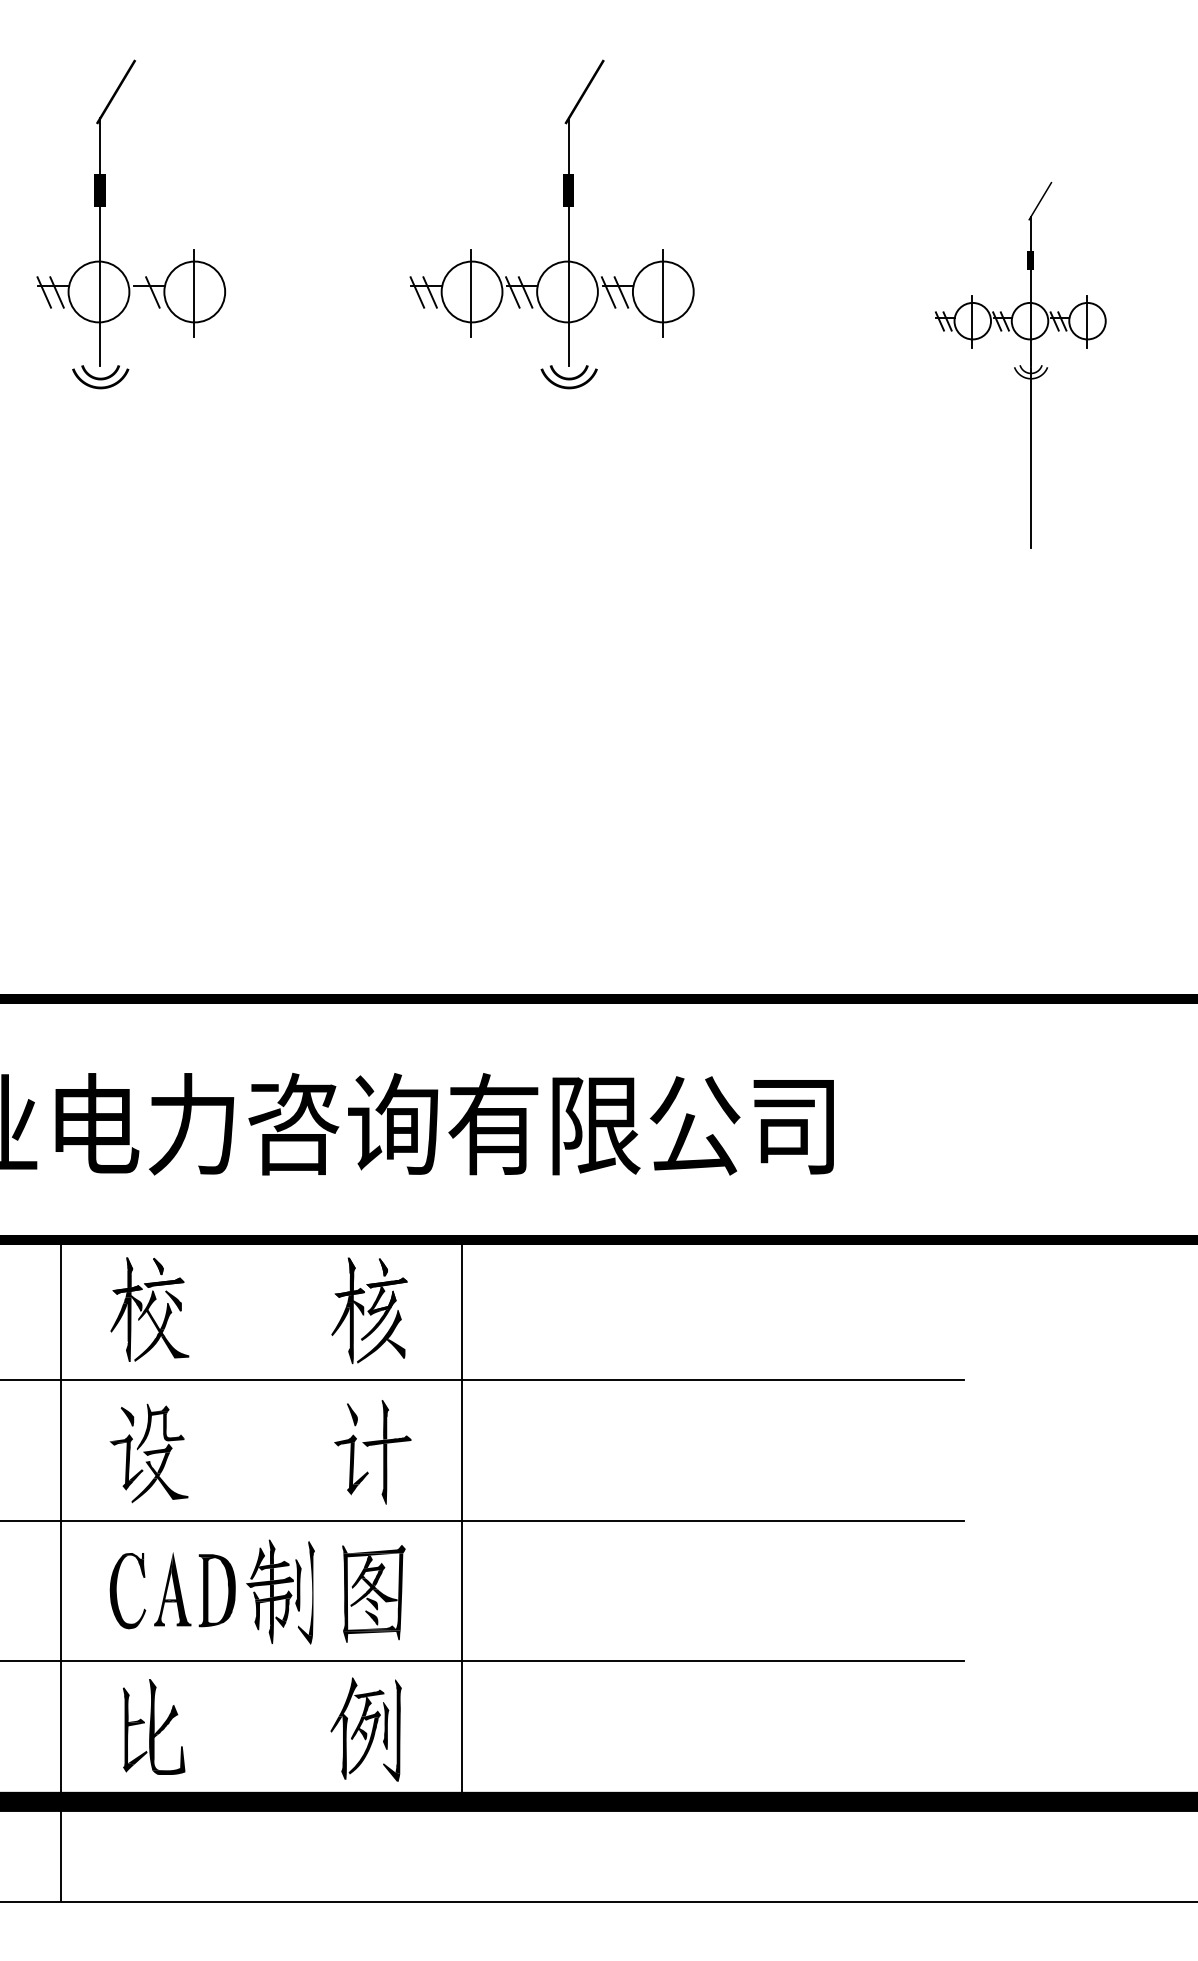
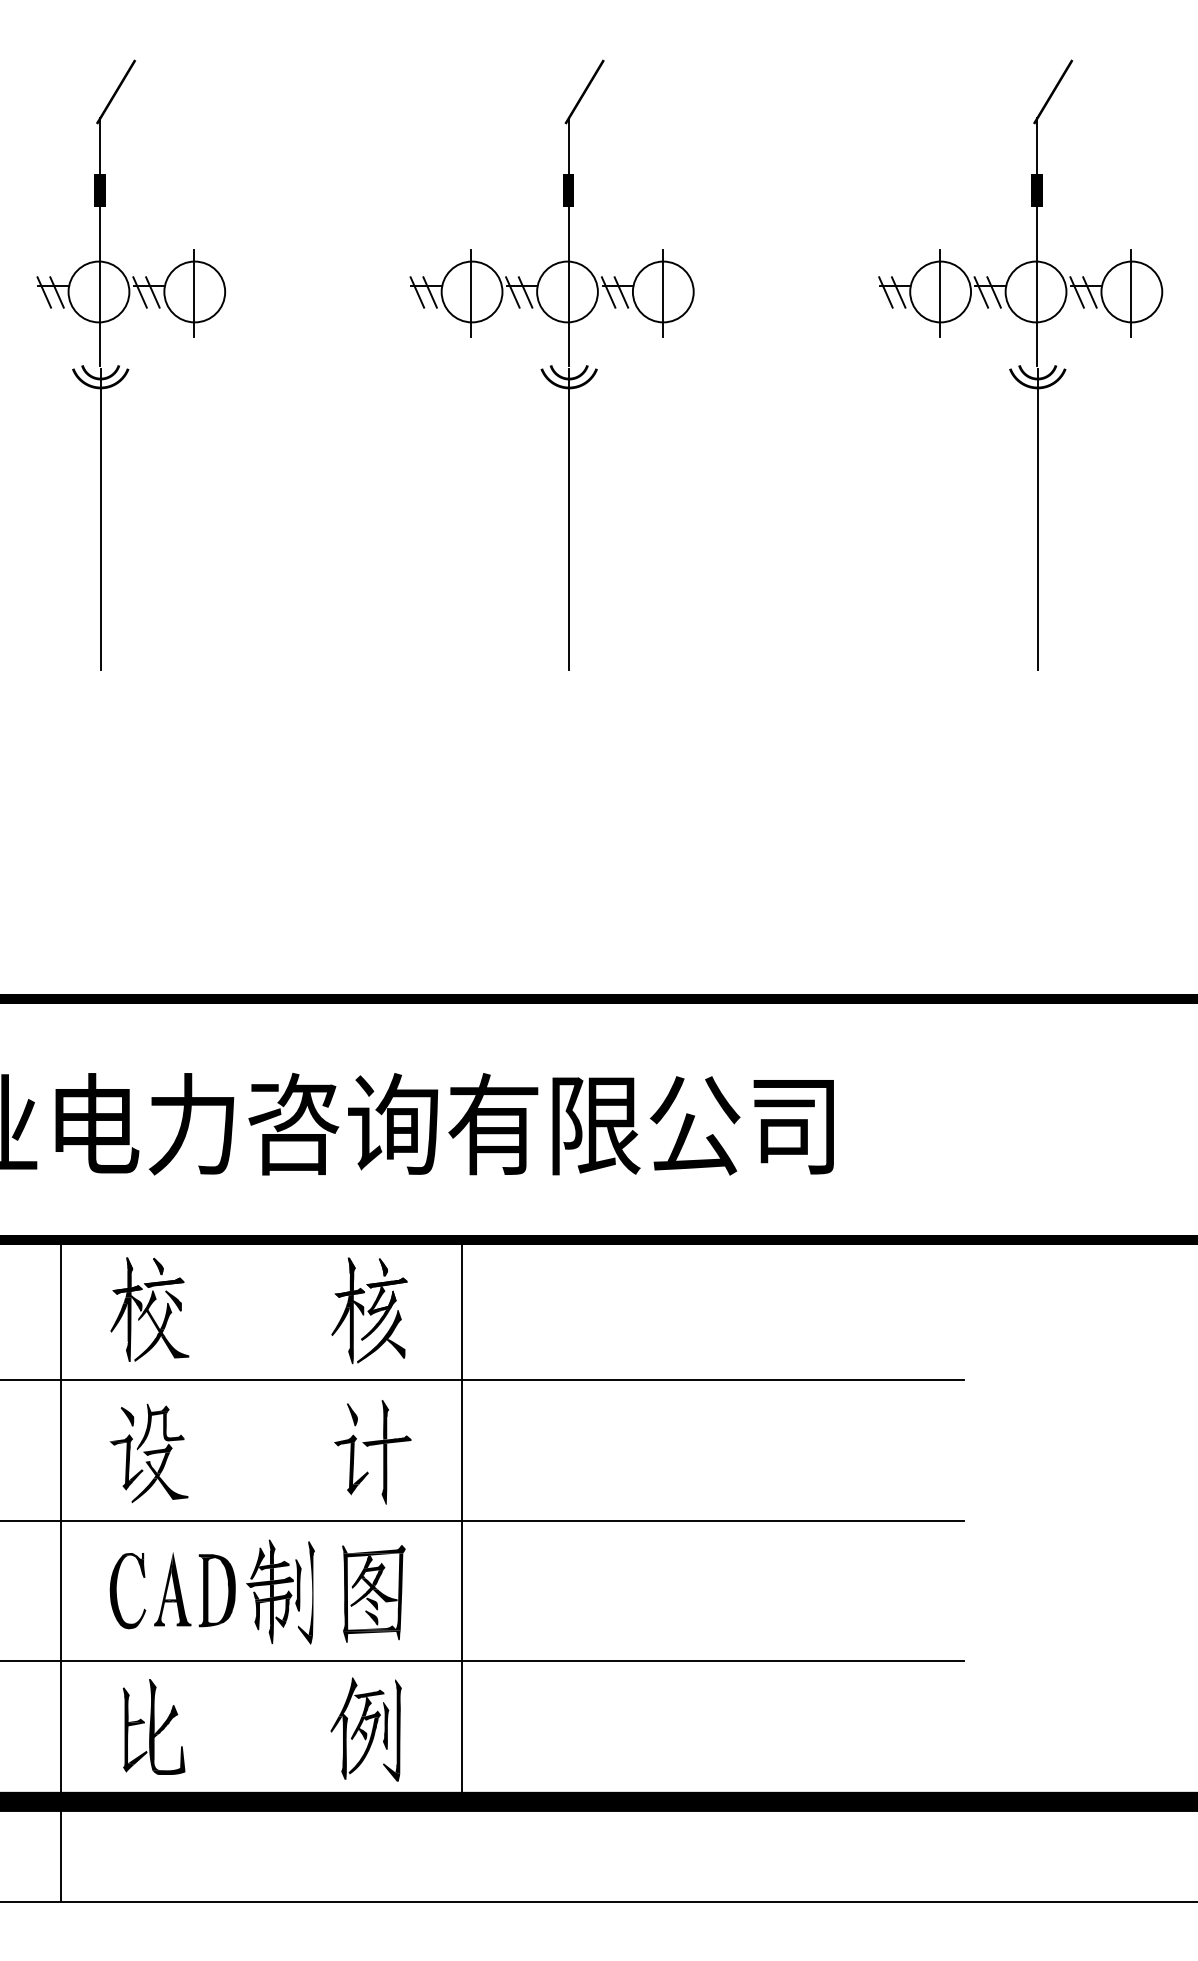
line at (139, 292): none -> present
part at (1020, 364) size: 172x368 px -> 286x612 px
line at (100, 519): none -> present
line at (569, 519): none -> present
